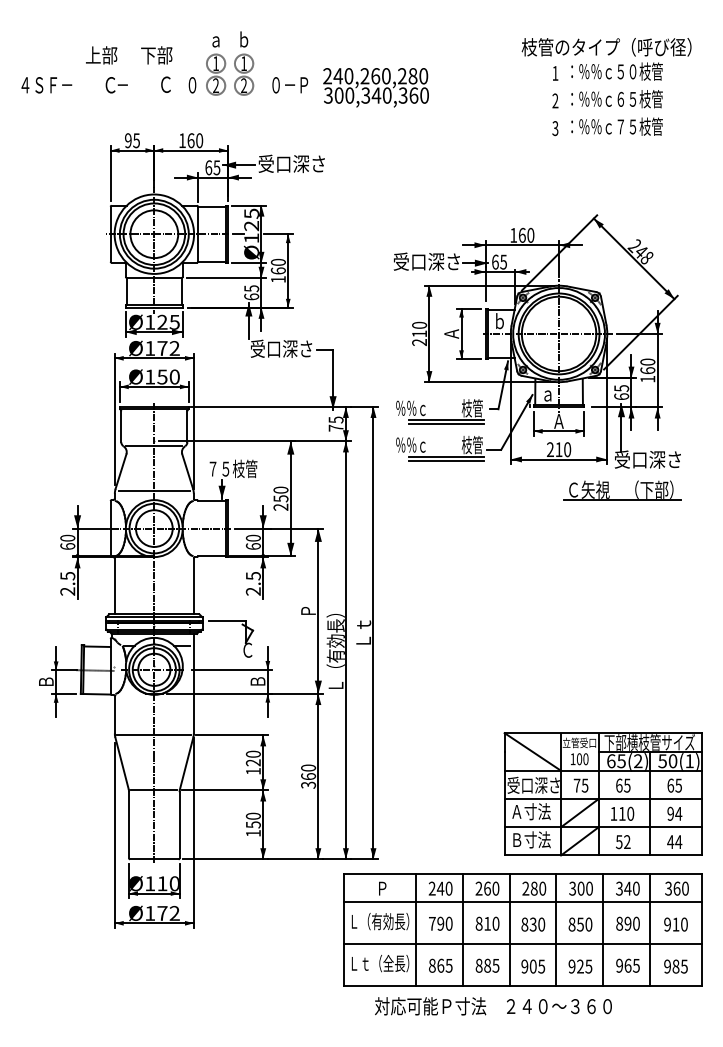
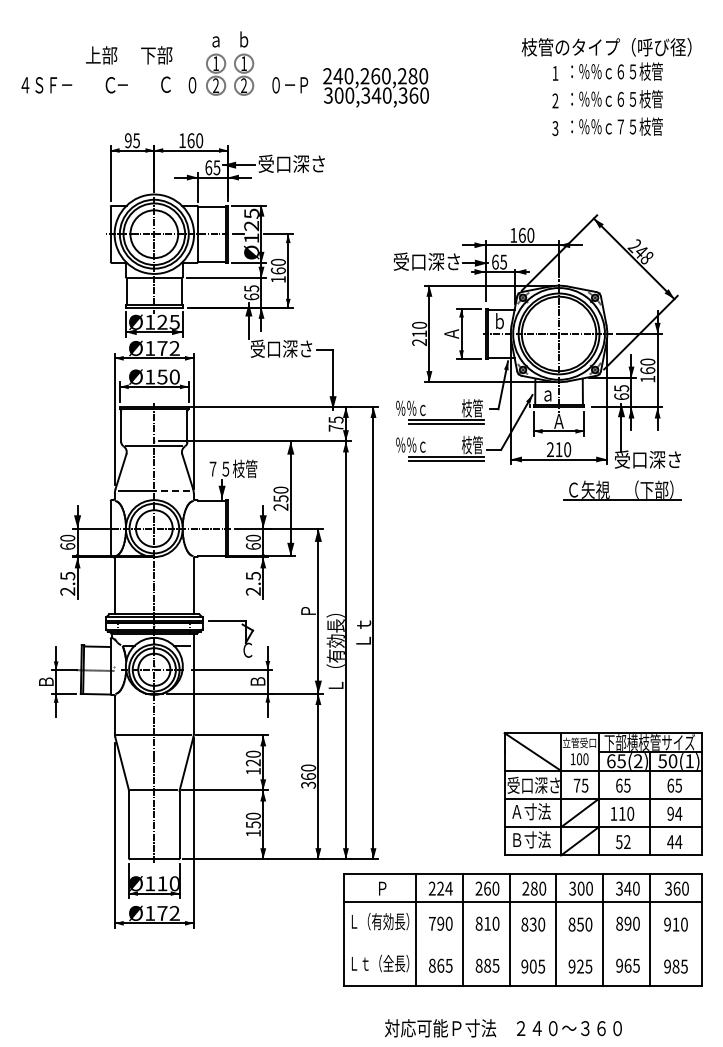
text at (626, 71): ：％％ｃ５０枝管 -> ：％％ｃ６５枝管
line at (172, 490): solid -> dashed
text at (444, 888): 240 -> 224
line at (522, 944): present -> none
text at (493, 1006) position: (493, 1006) -> (503, 1028)
